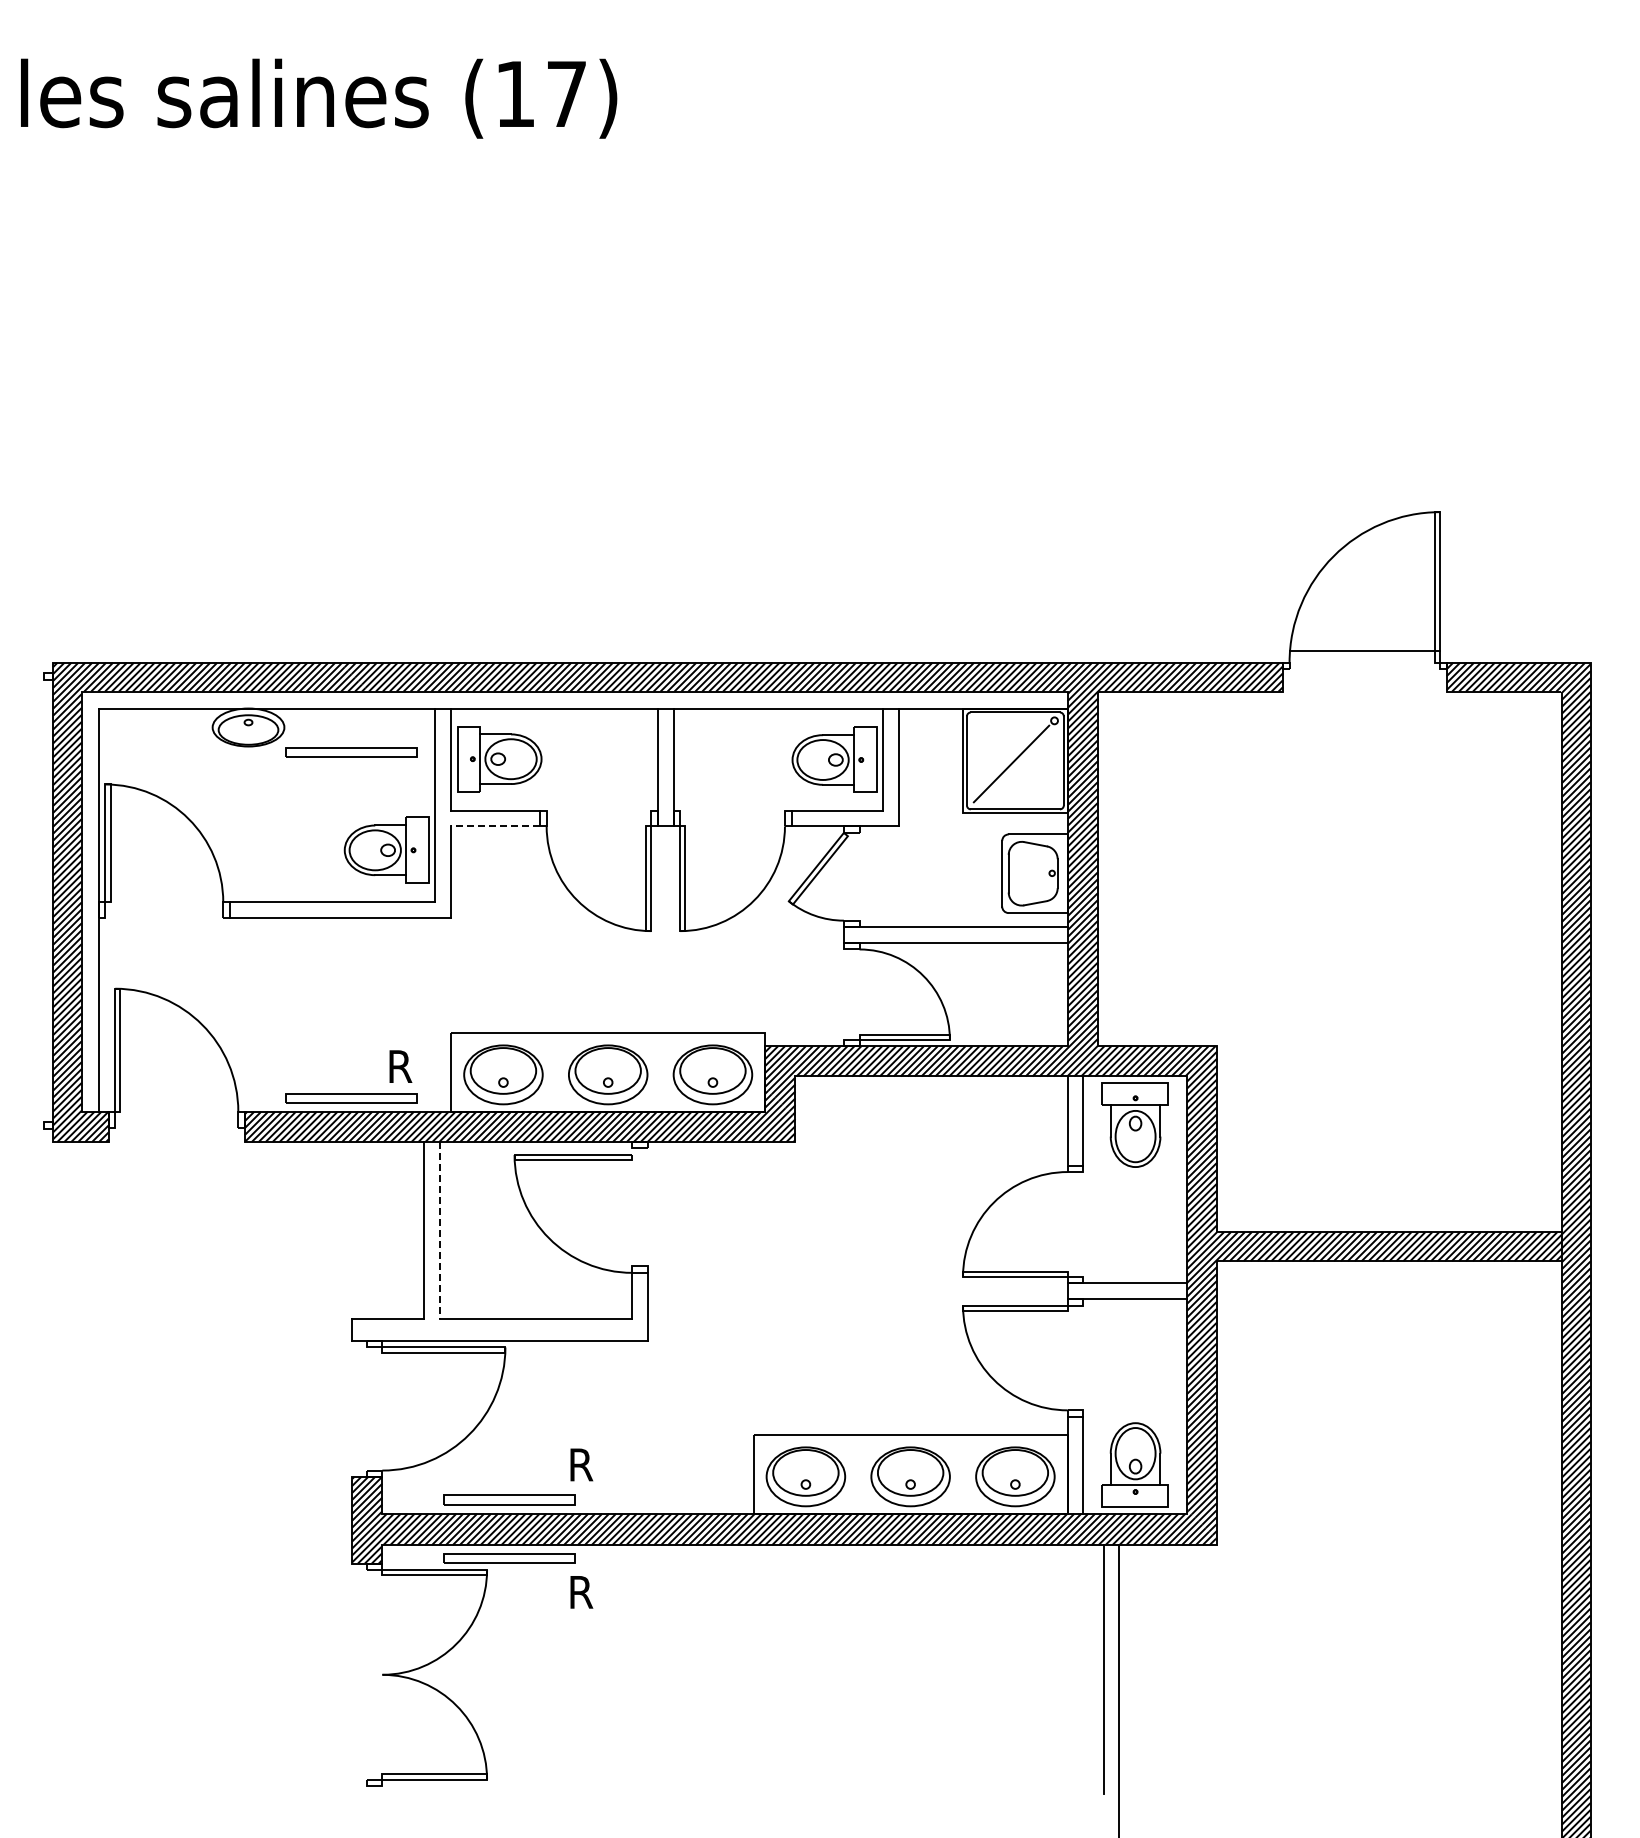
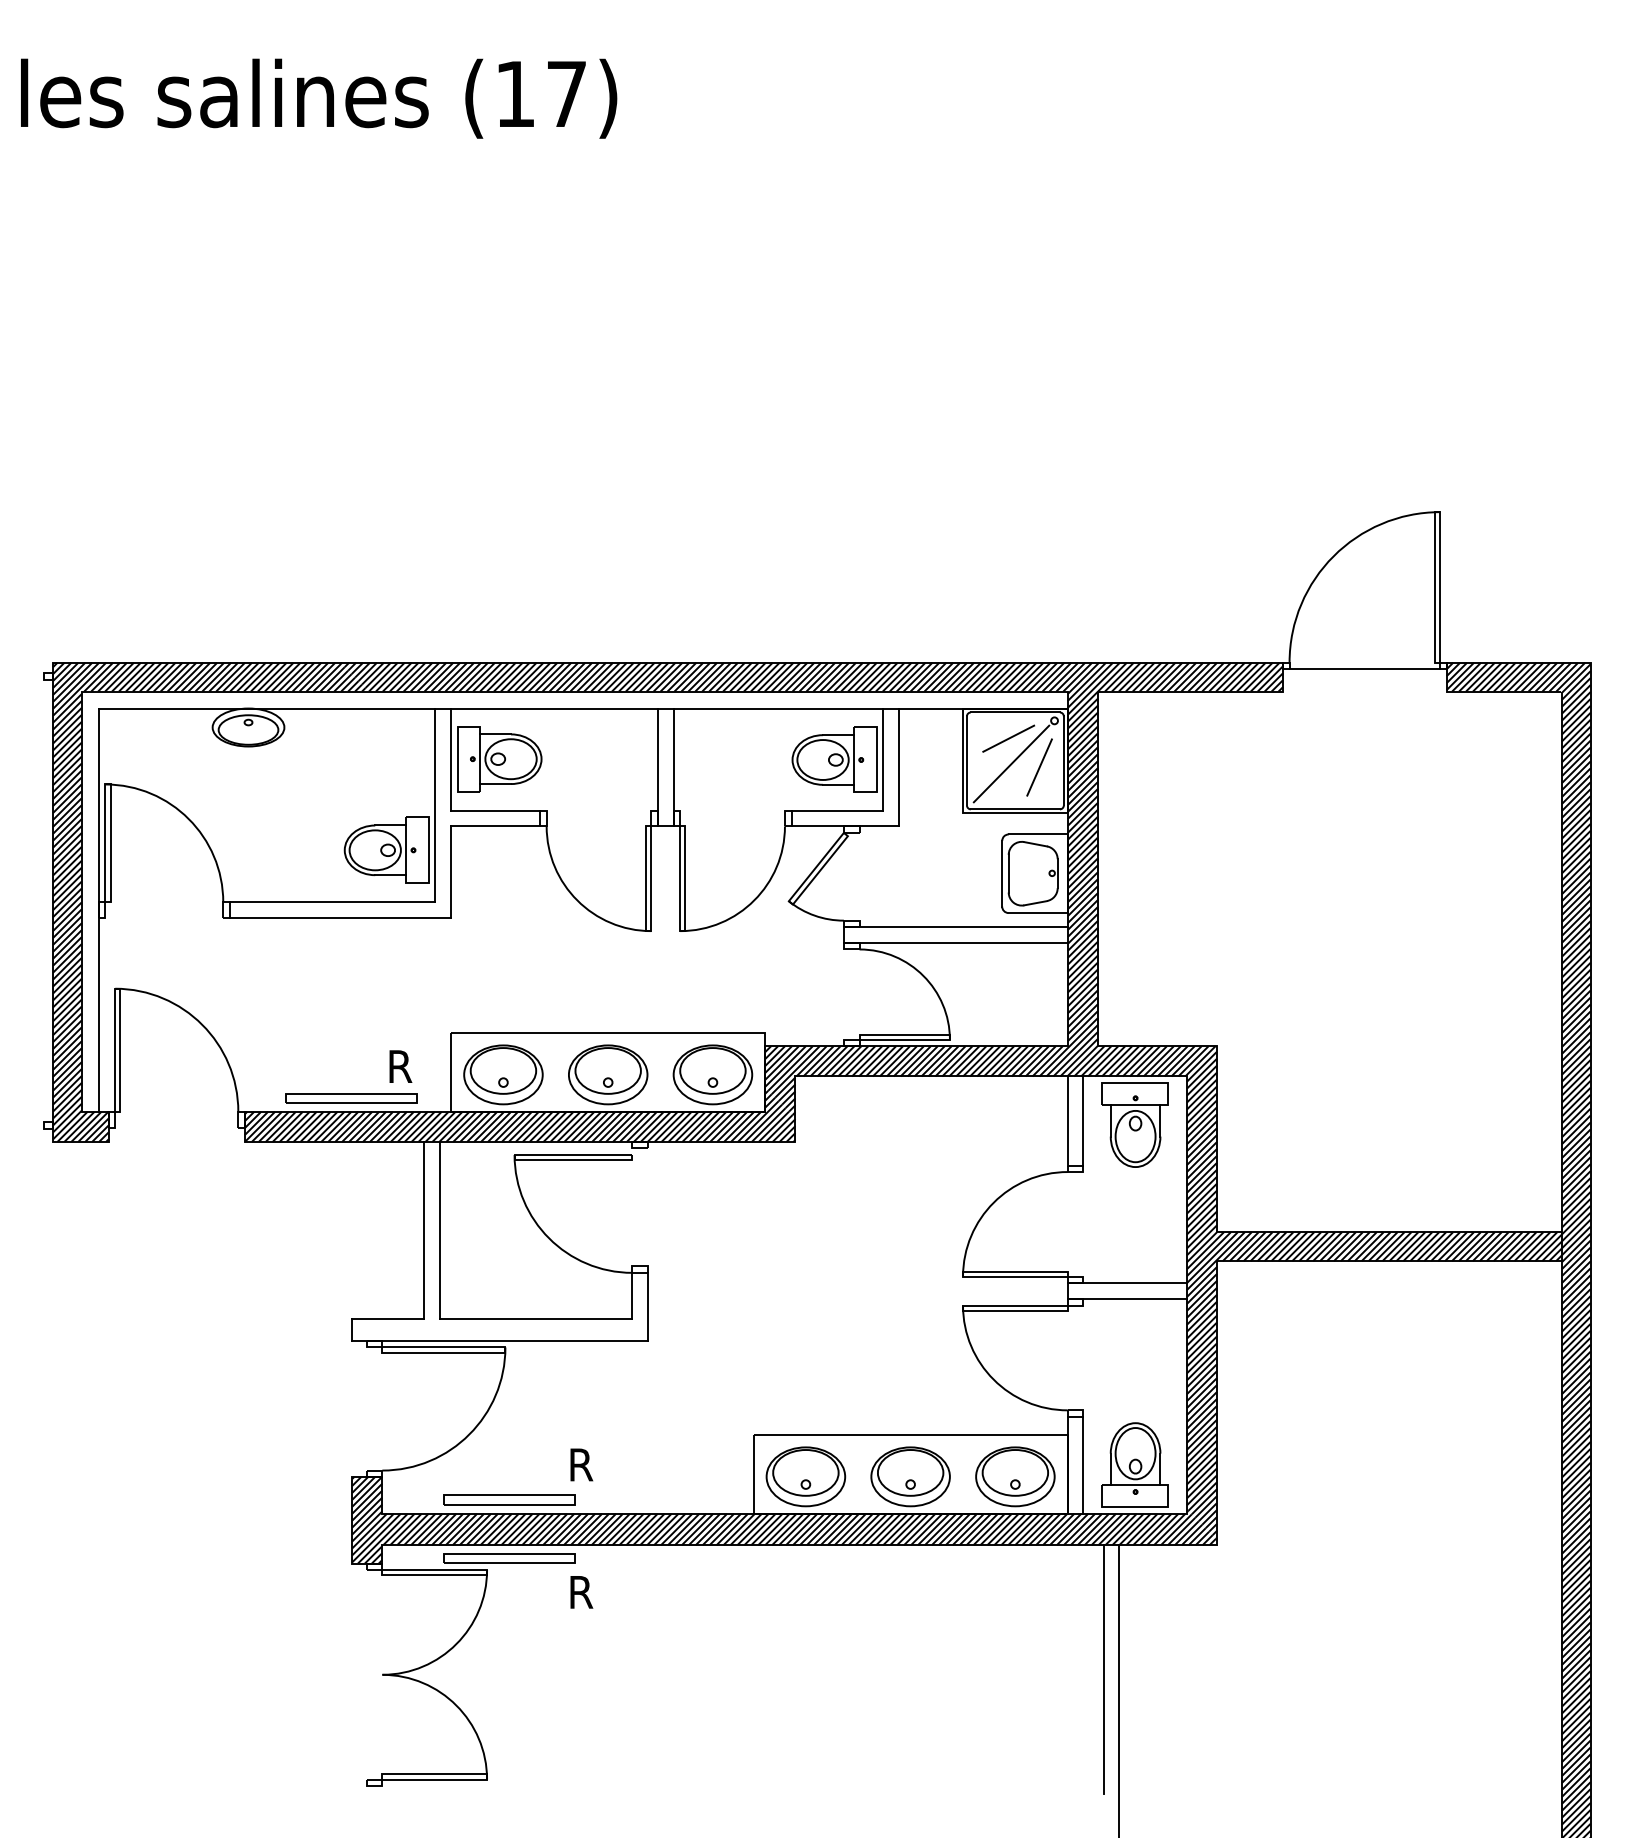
line at (1364, 651) position: (1364, 651) -> (1364, 669)
line at (1008, 738): none -> present
part at (351, 752): present -> none
line at (1039, 767): none -> present
line at (495, 826): dashed -> solid
line at (439, 1230): dashed -> solid
